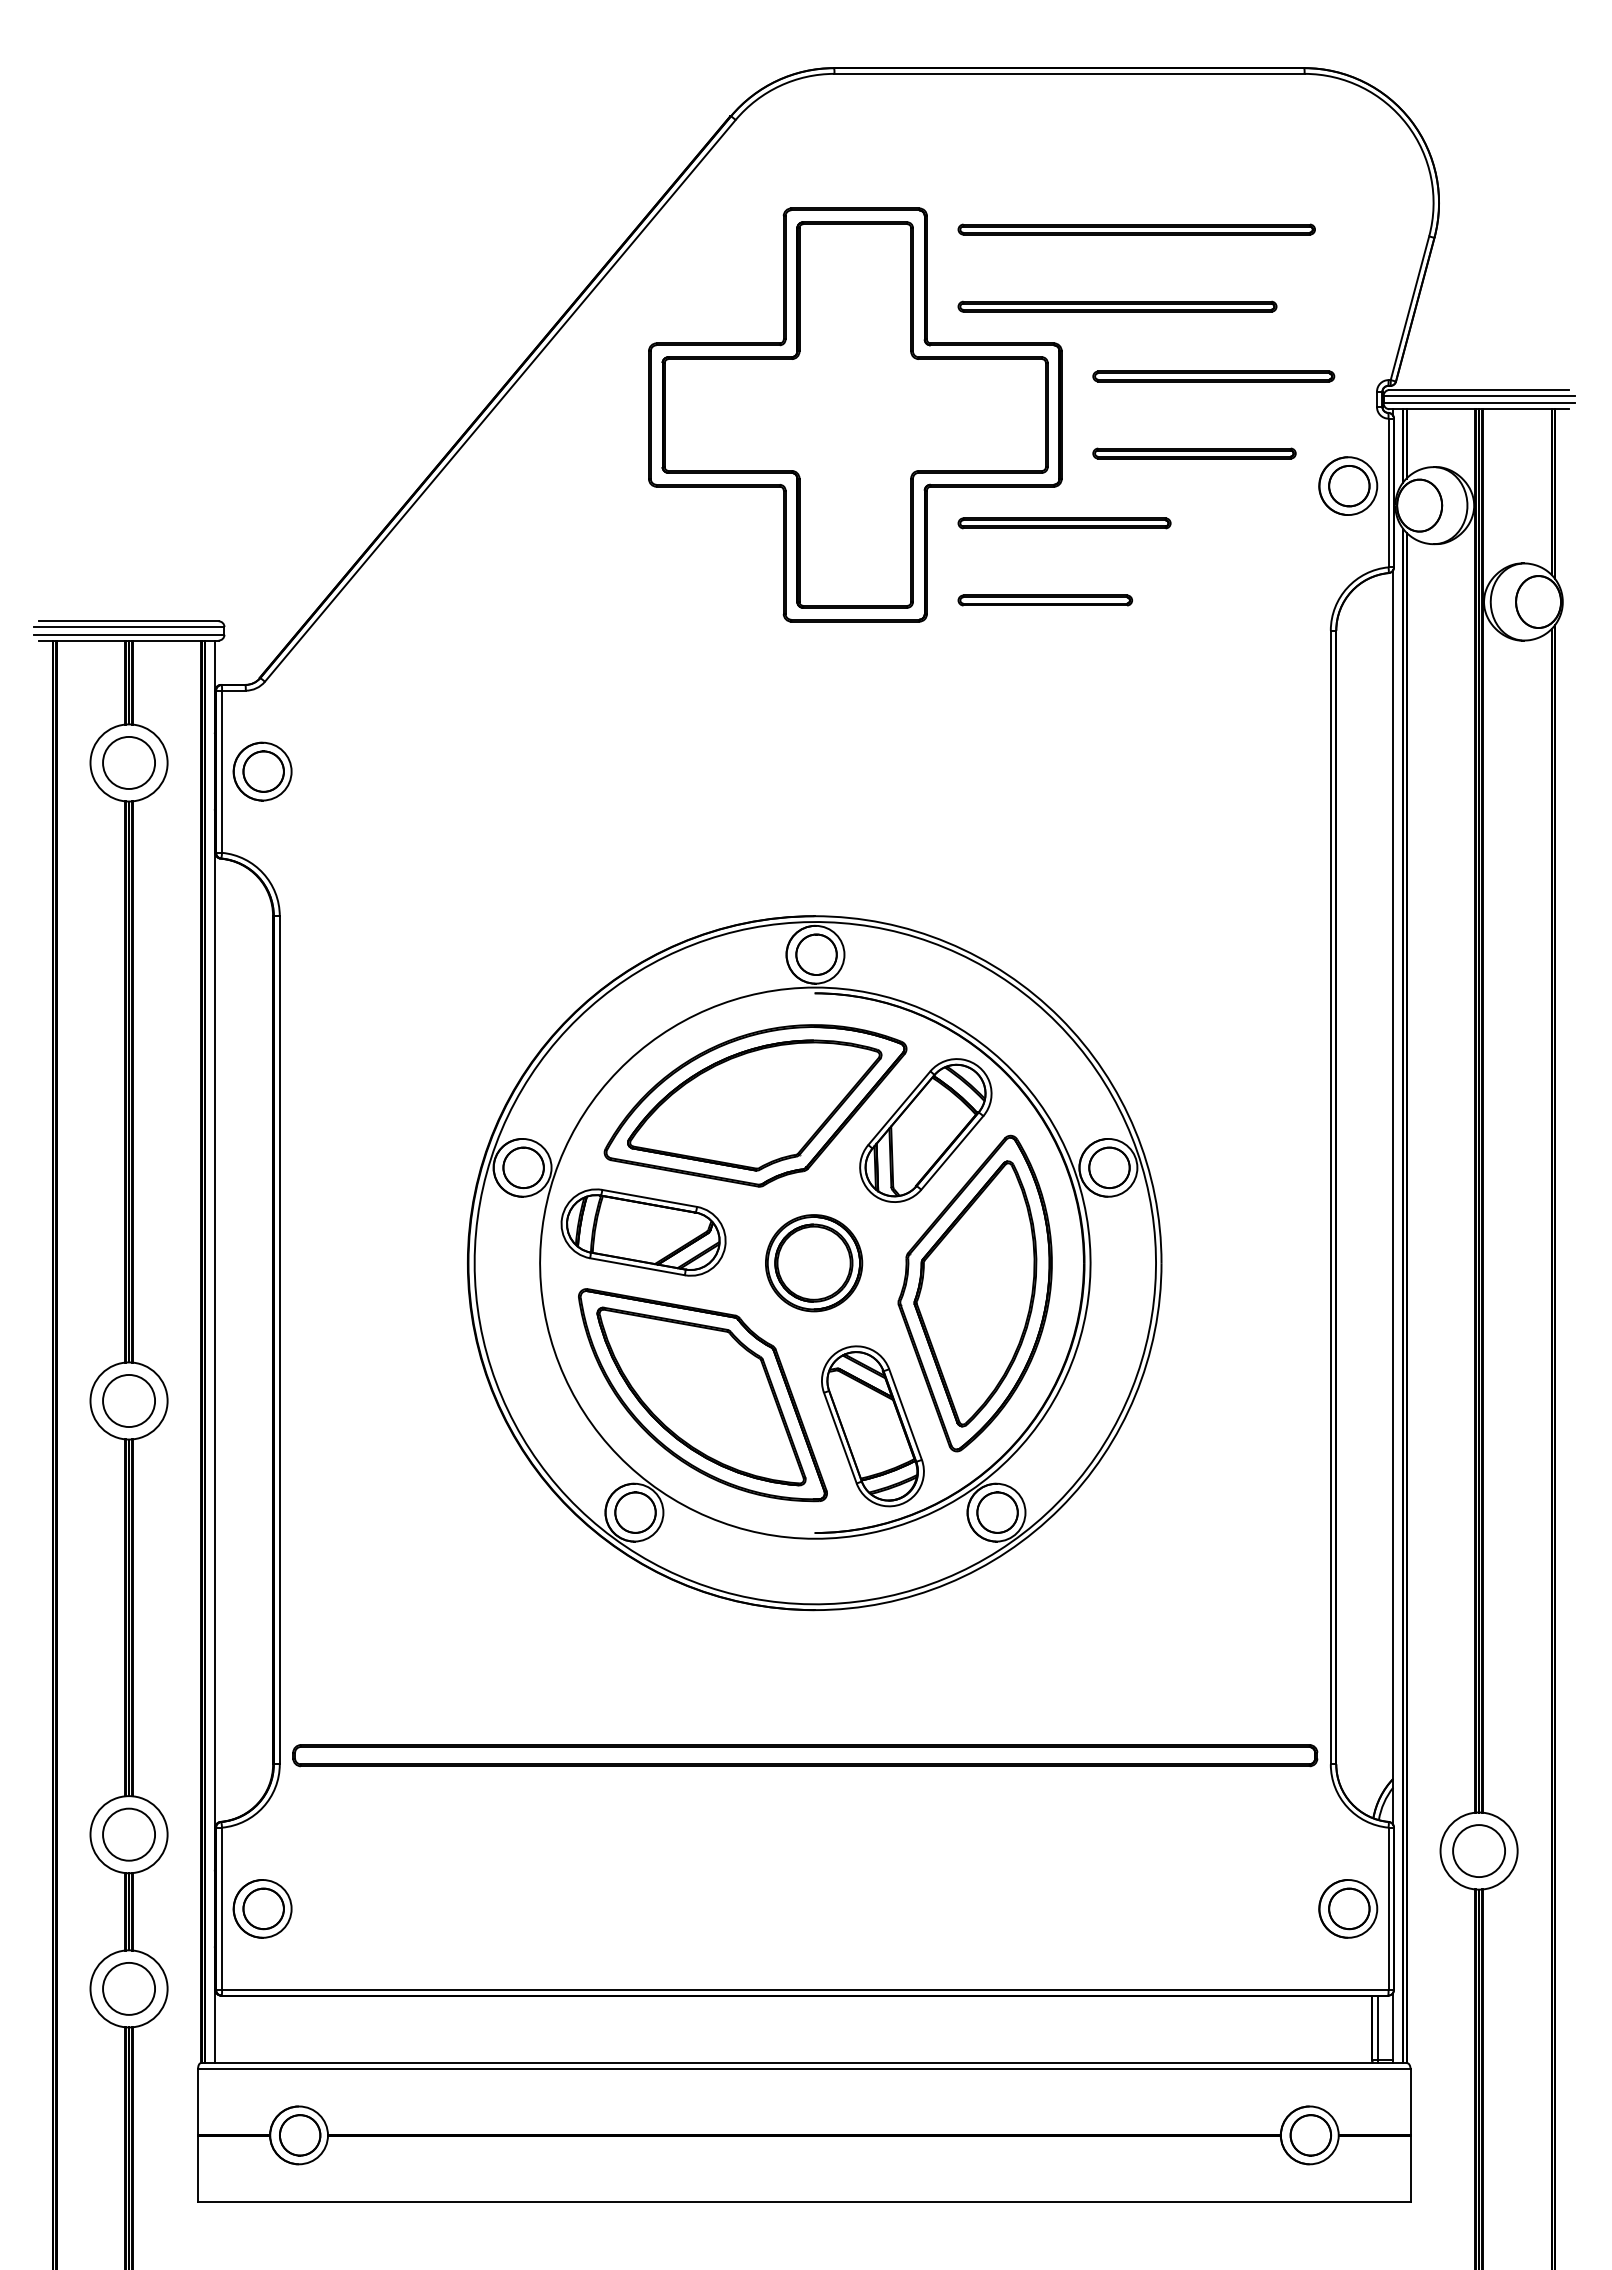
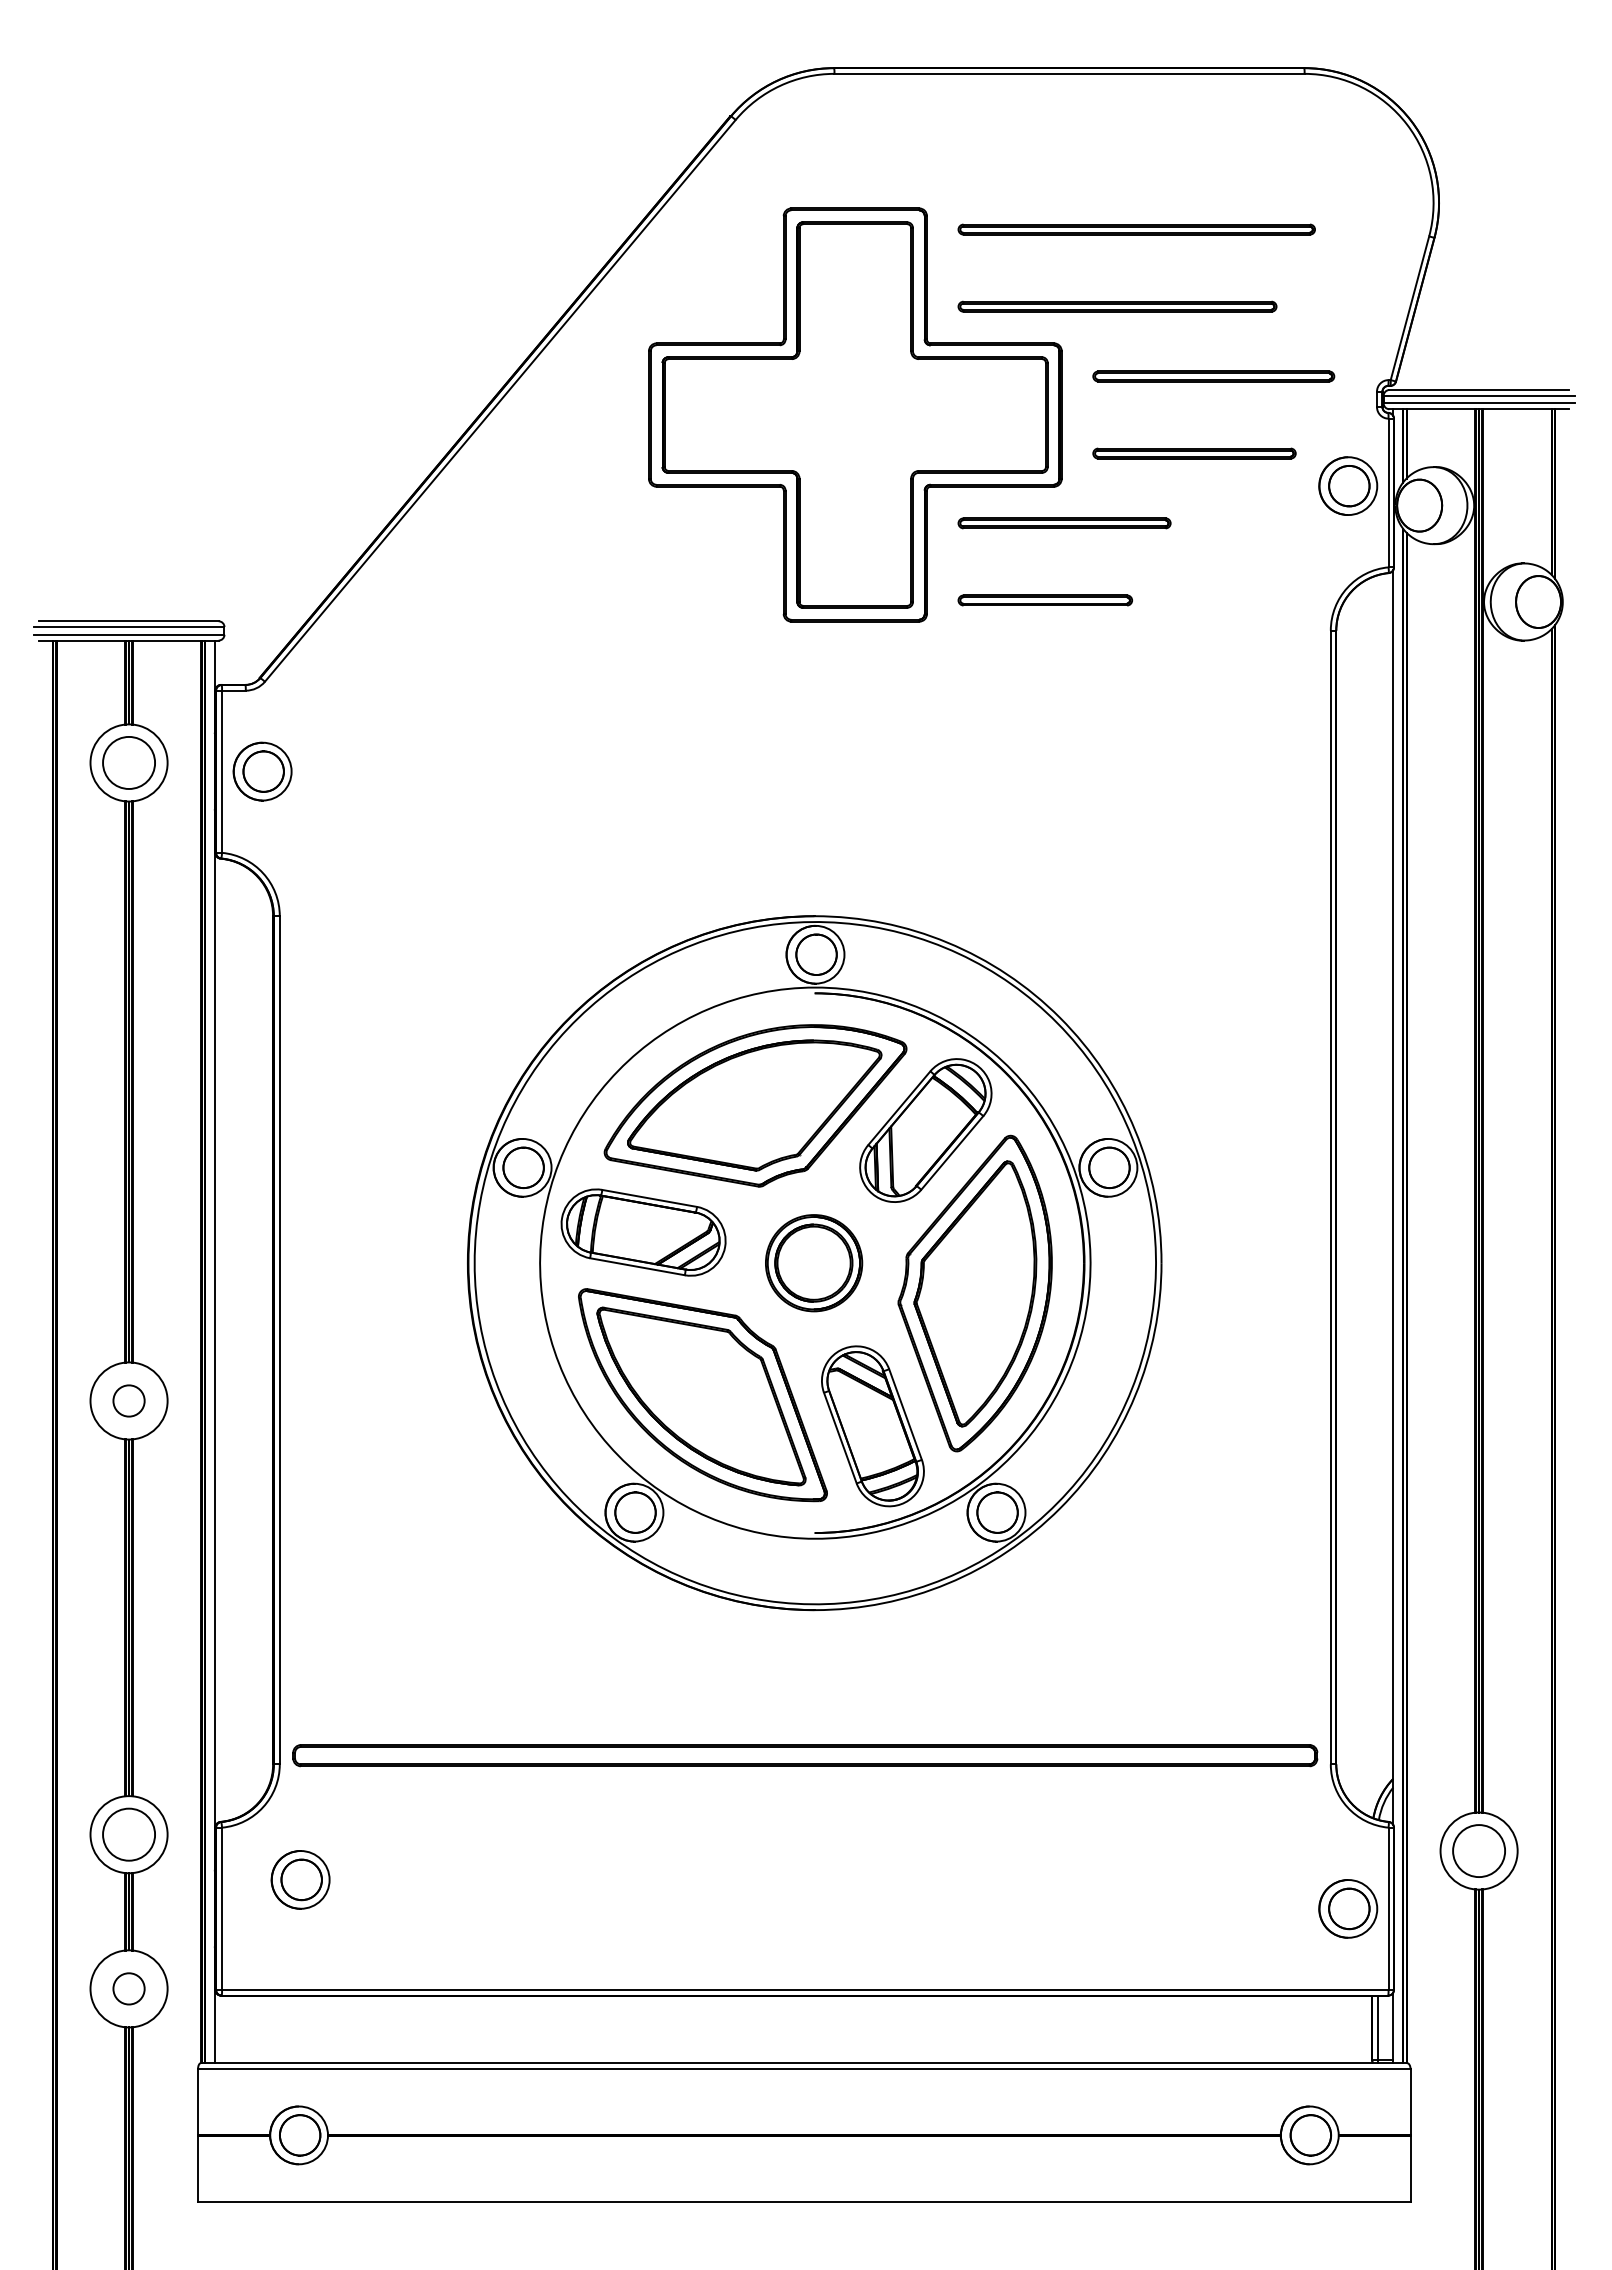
circle at (129, 1400) diameter: 52 px -> 31 px
part at (262, 1908) position: (262, 1908) -> (300, 1879)
circle at (129, 1988) diameter: 52 px -> 31 px
